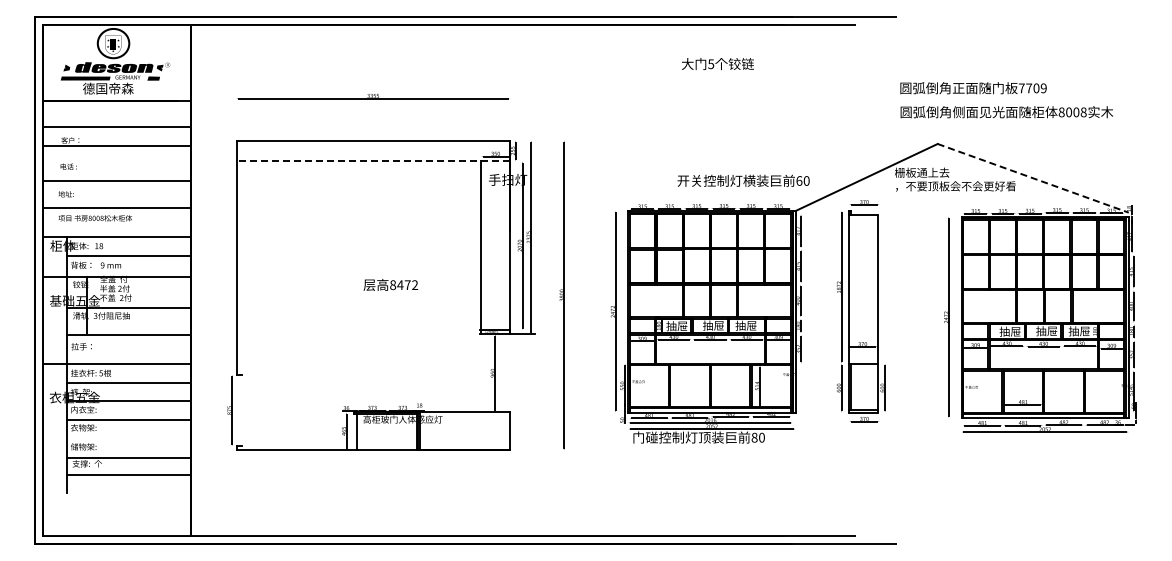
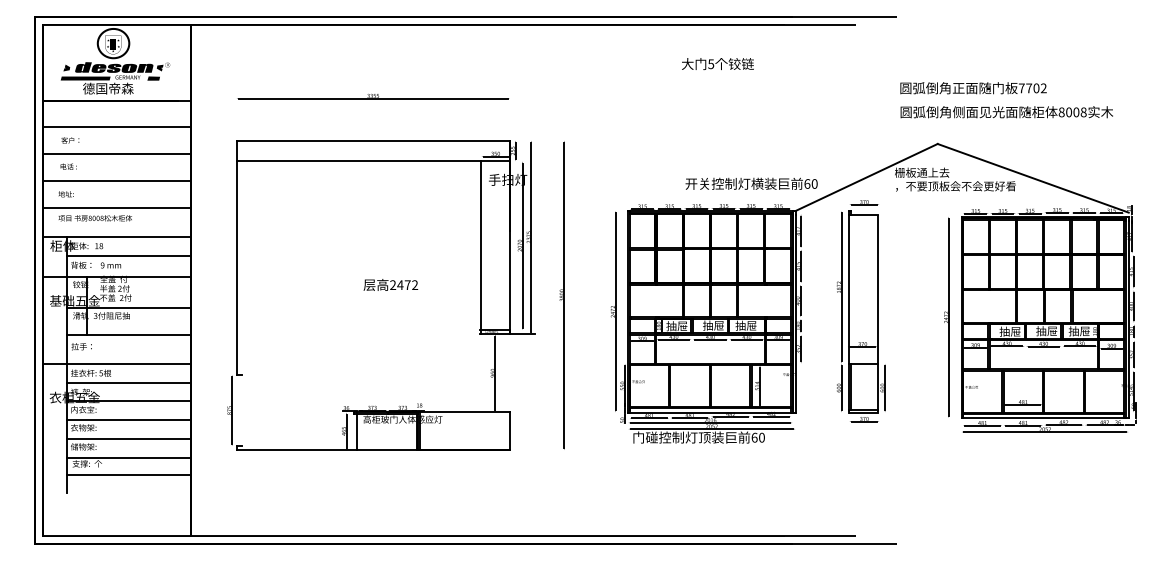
text at (1043, 88): 7709 -> 7702
line at (117, 145) position: (117, 145) -> (117, 153)
line at (373, 161): dashed -> solid
line at (1033, 178): dashed -> solid
text at (743, 180) position: (743, 180) -> (751, 183)
text at (393, 285): 8472 -> 2472
text at (754, 437): 80 -> 60
line at (129, 438): none -> present
